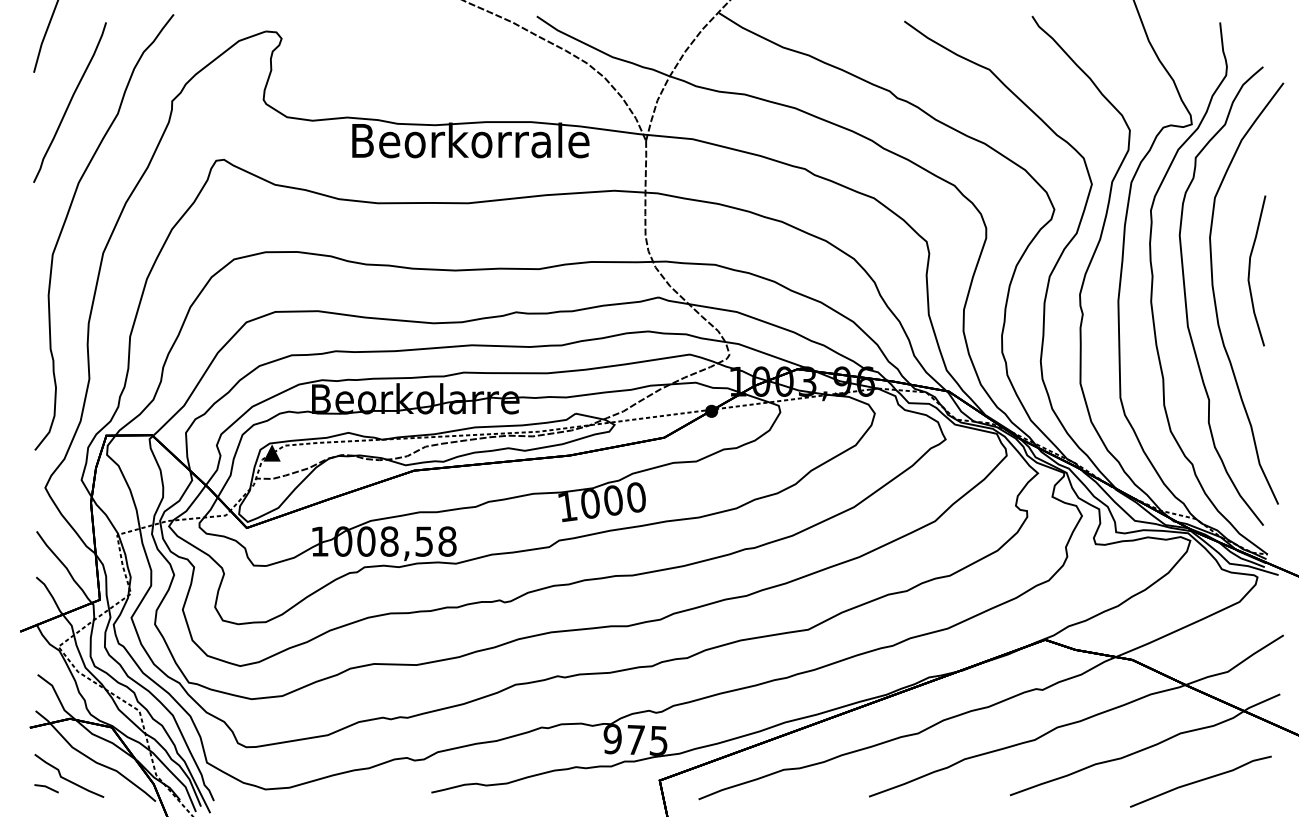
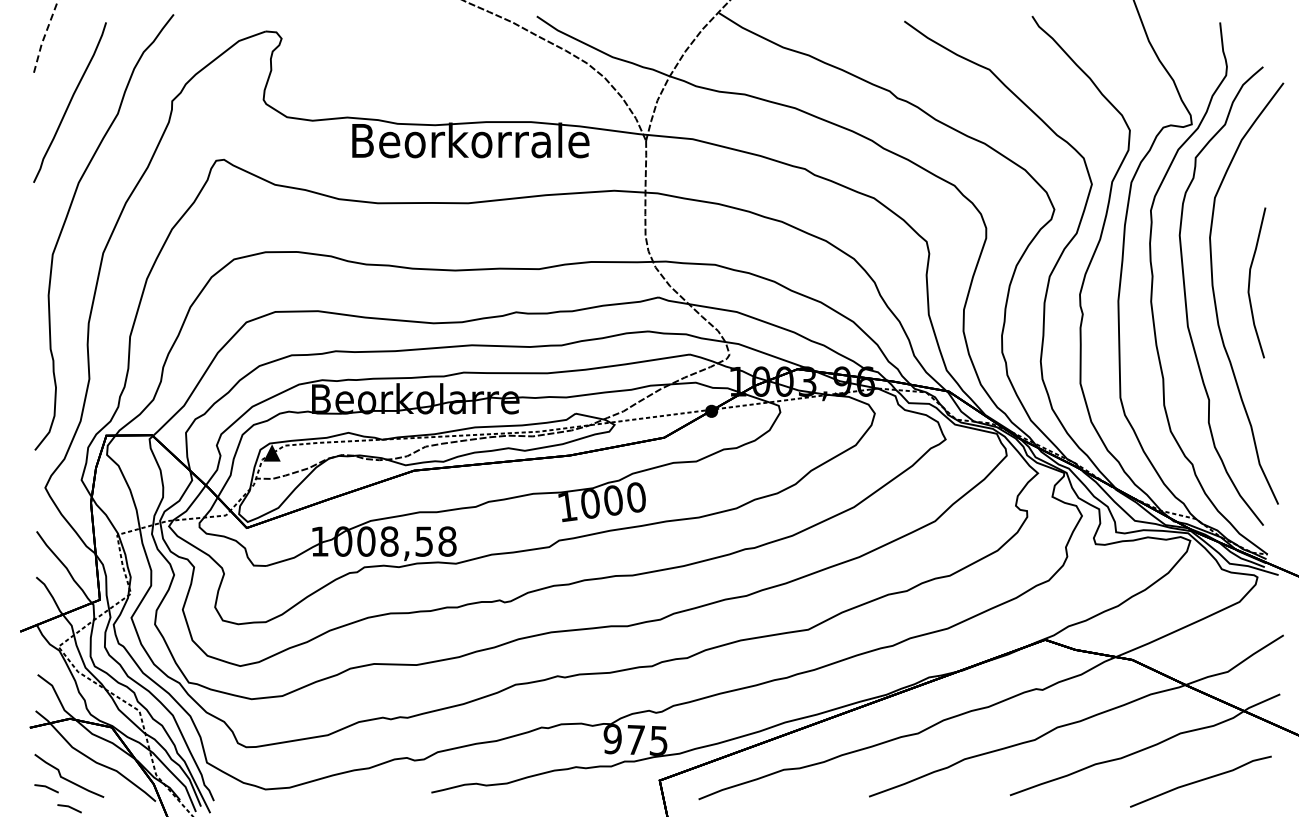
line at (44, 36): solid -> dashed
curve at (1250, 270) position: (1250, 270) -> (1250, 282)
line at (69, 807): none -> present
